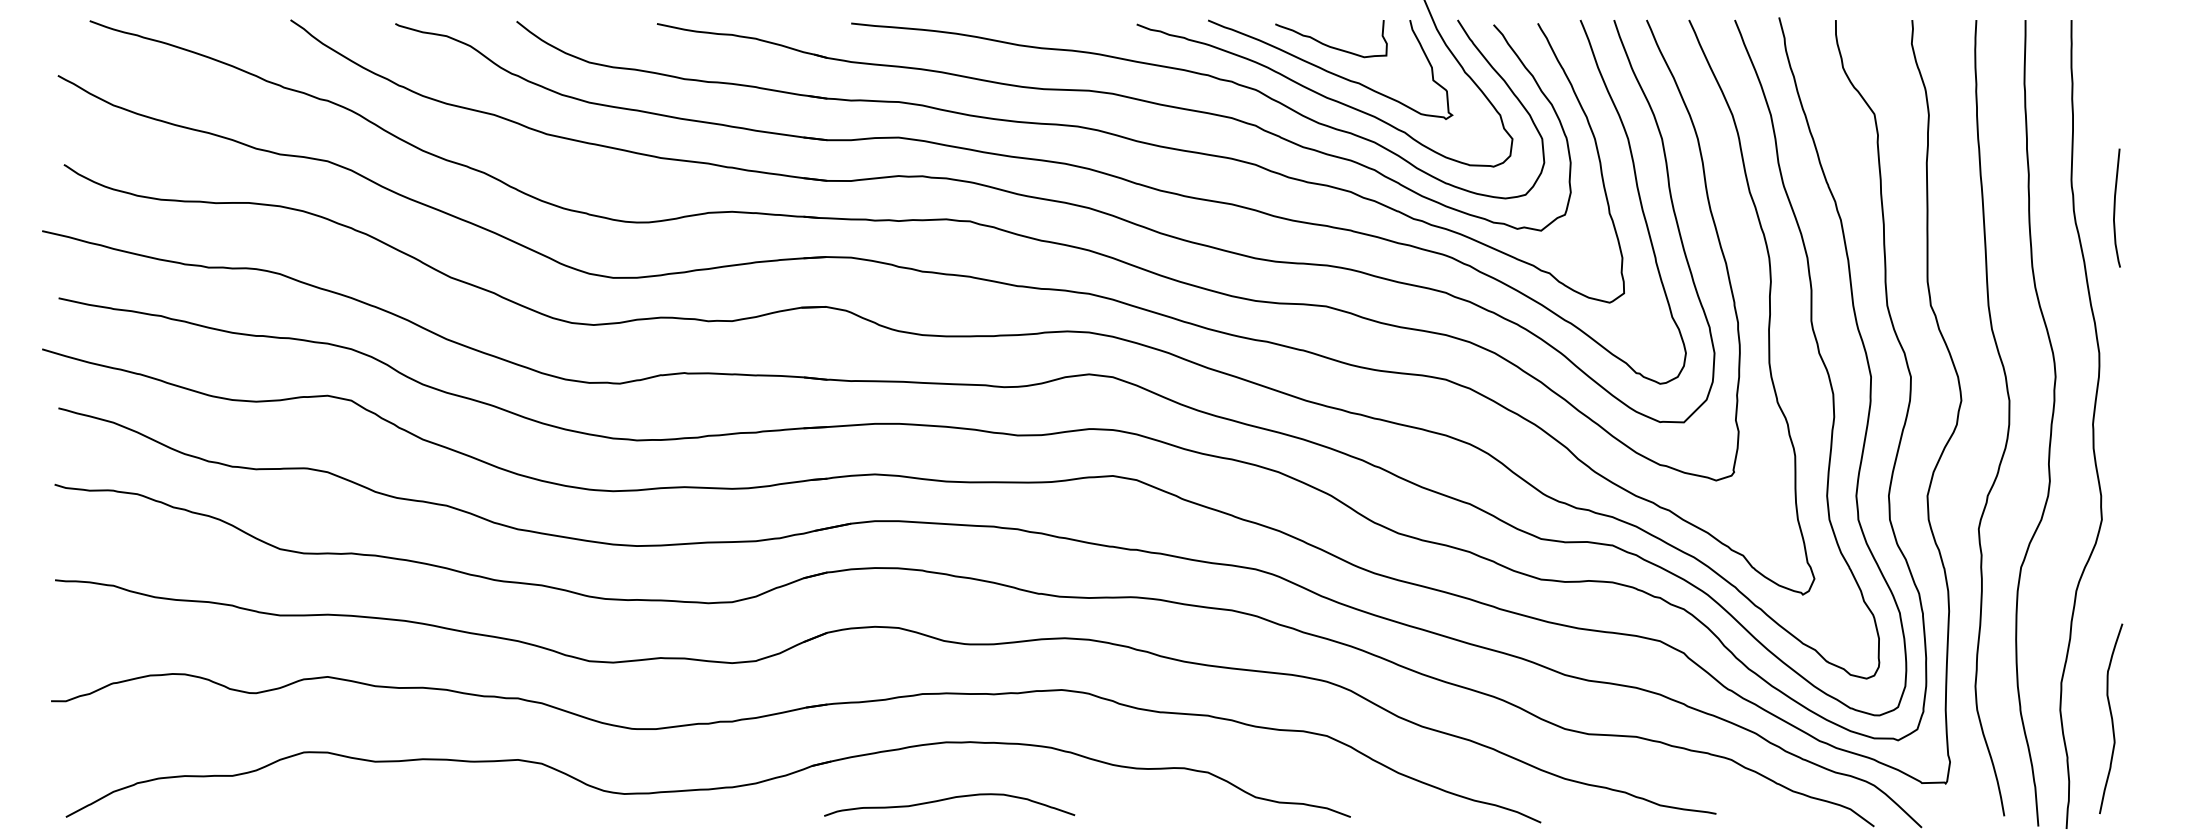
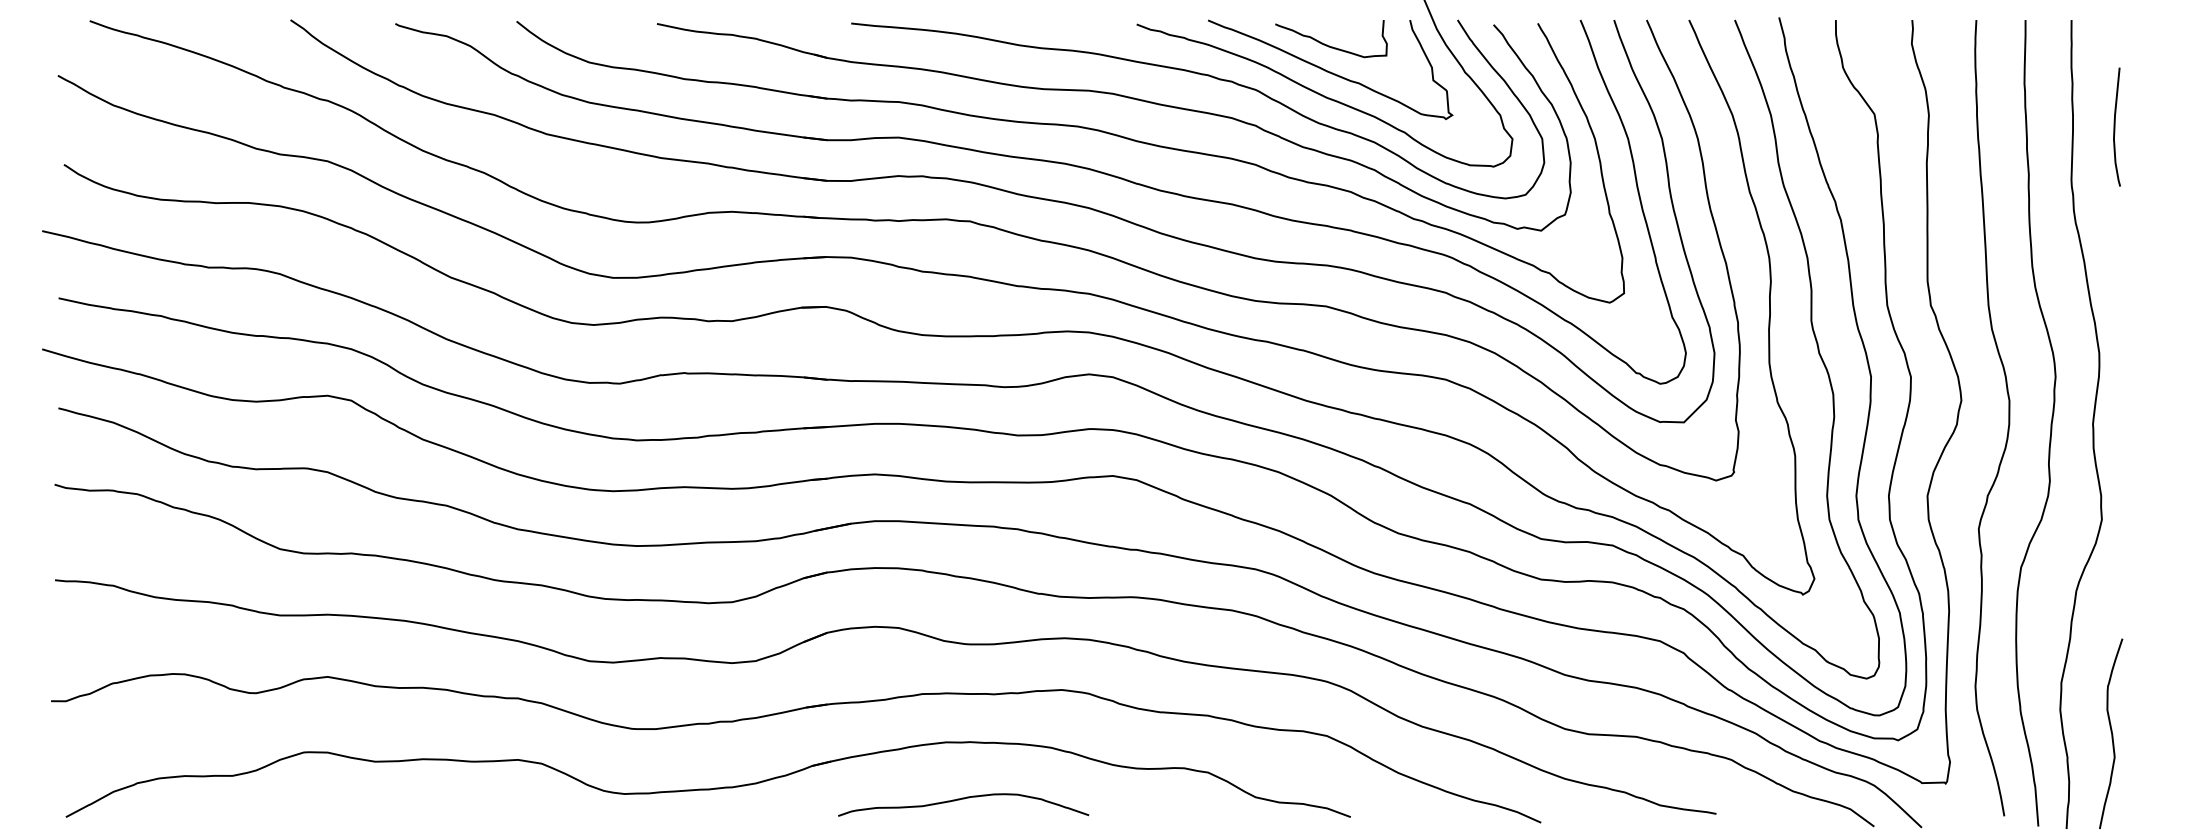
curve at (2115, 207) position: (2115, 207) -> (2115, 126)
curve at (2111, 718) position: (2111, 718) -> (2111, 733)
curve at (949, 799) position: (949, 799) -> (963, 799)
